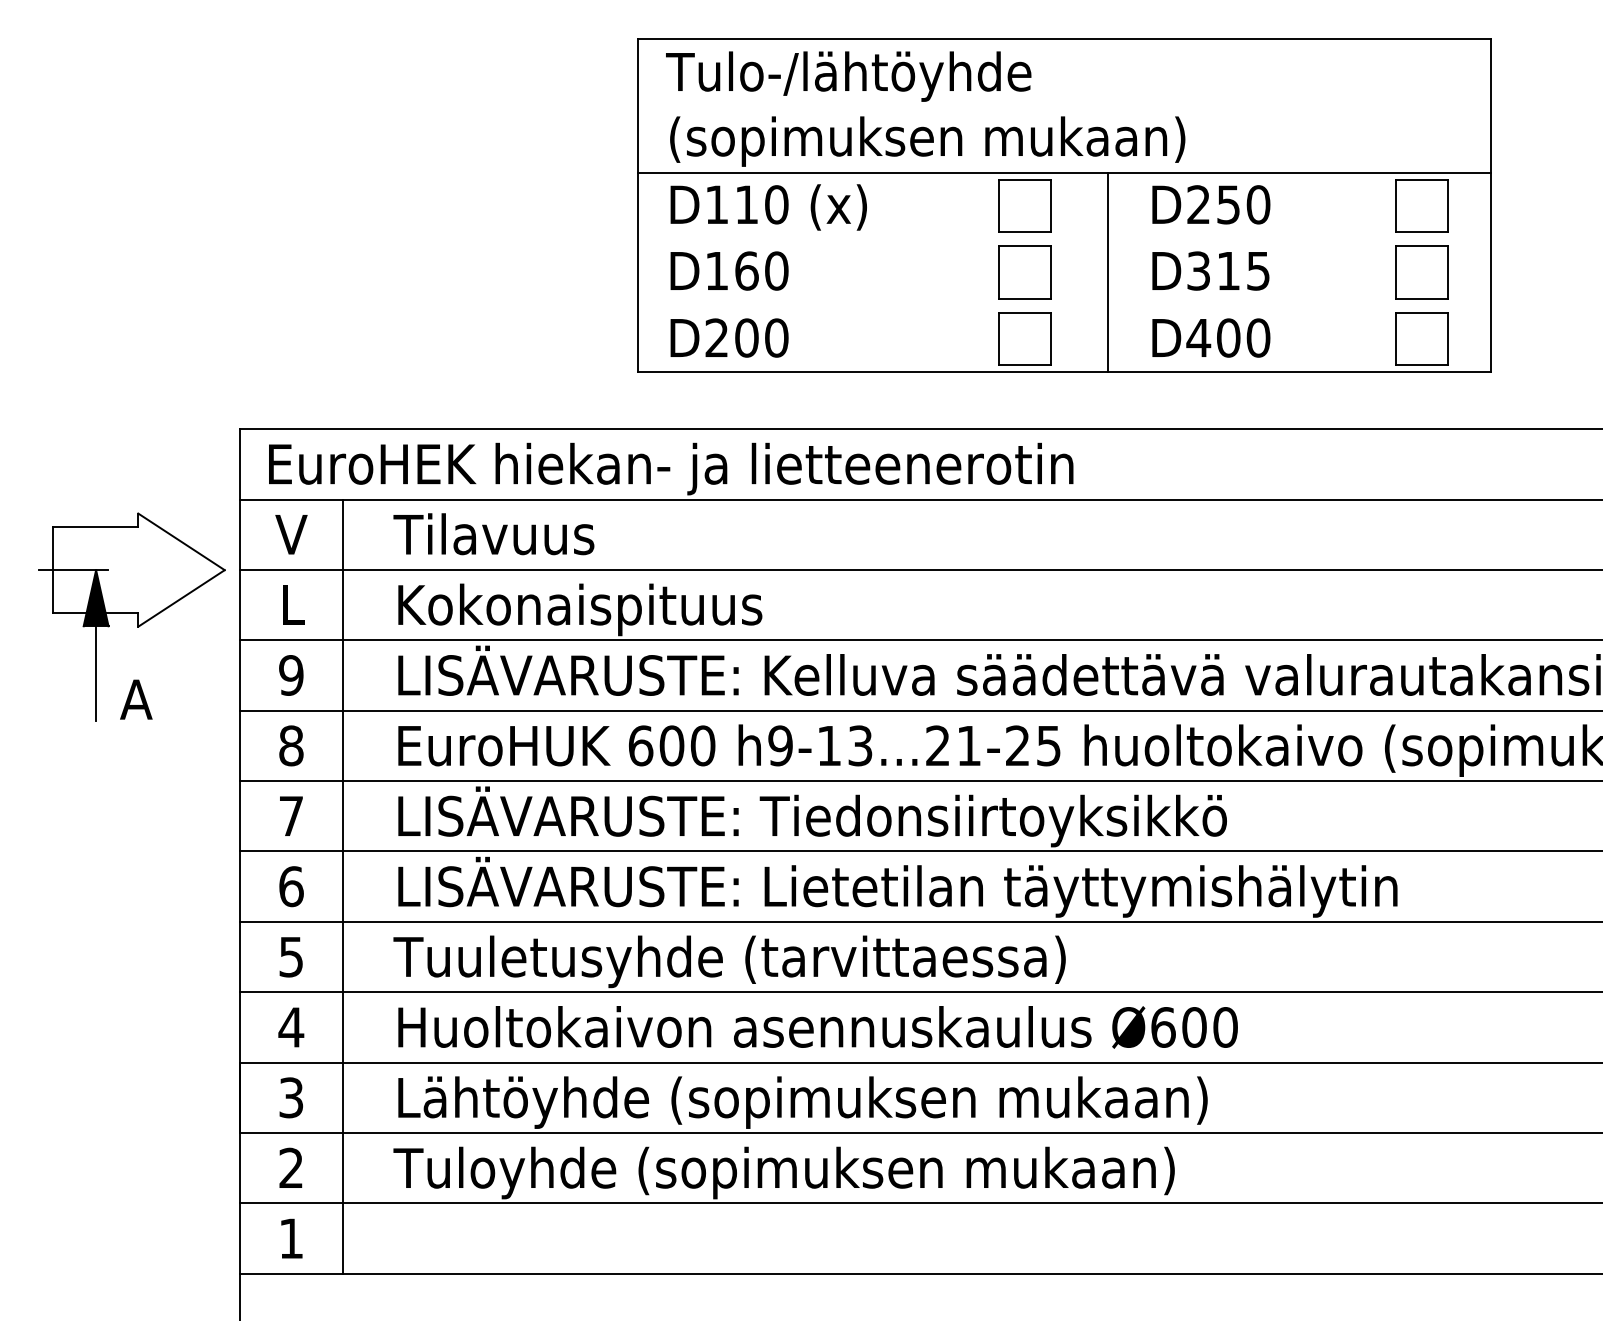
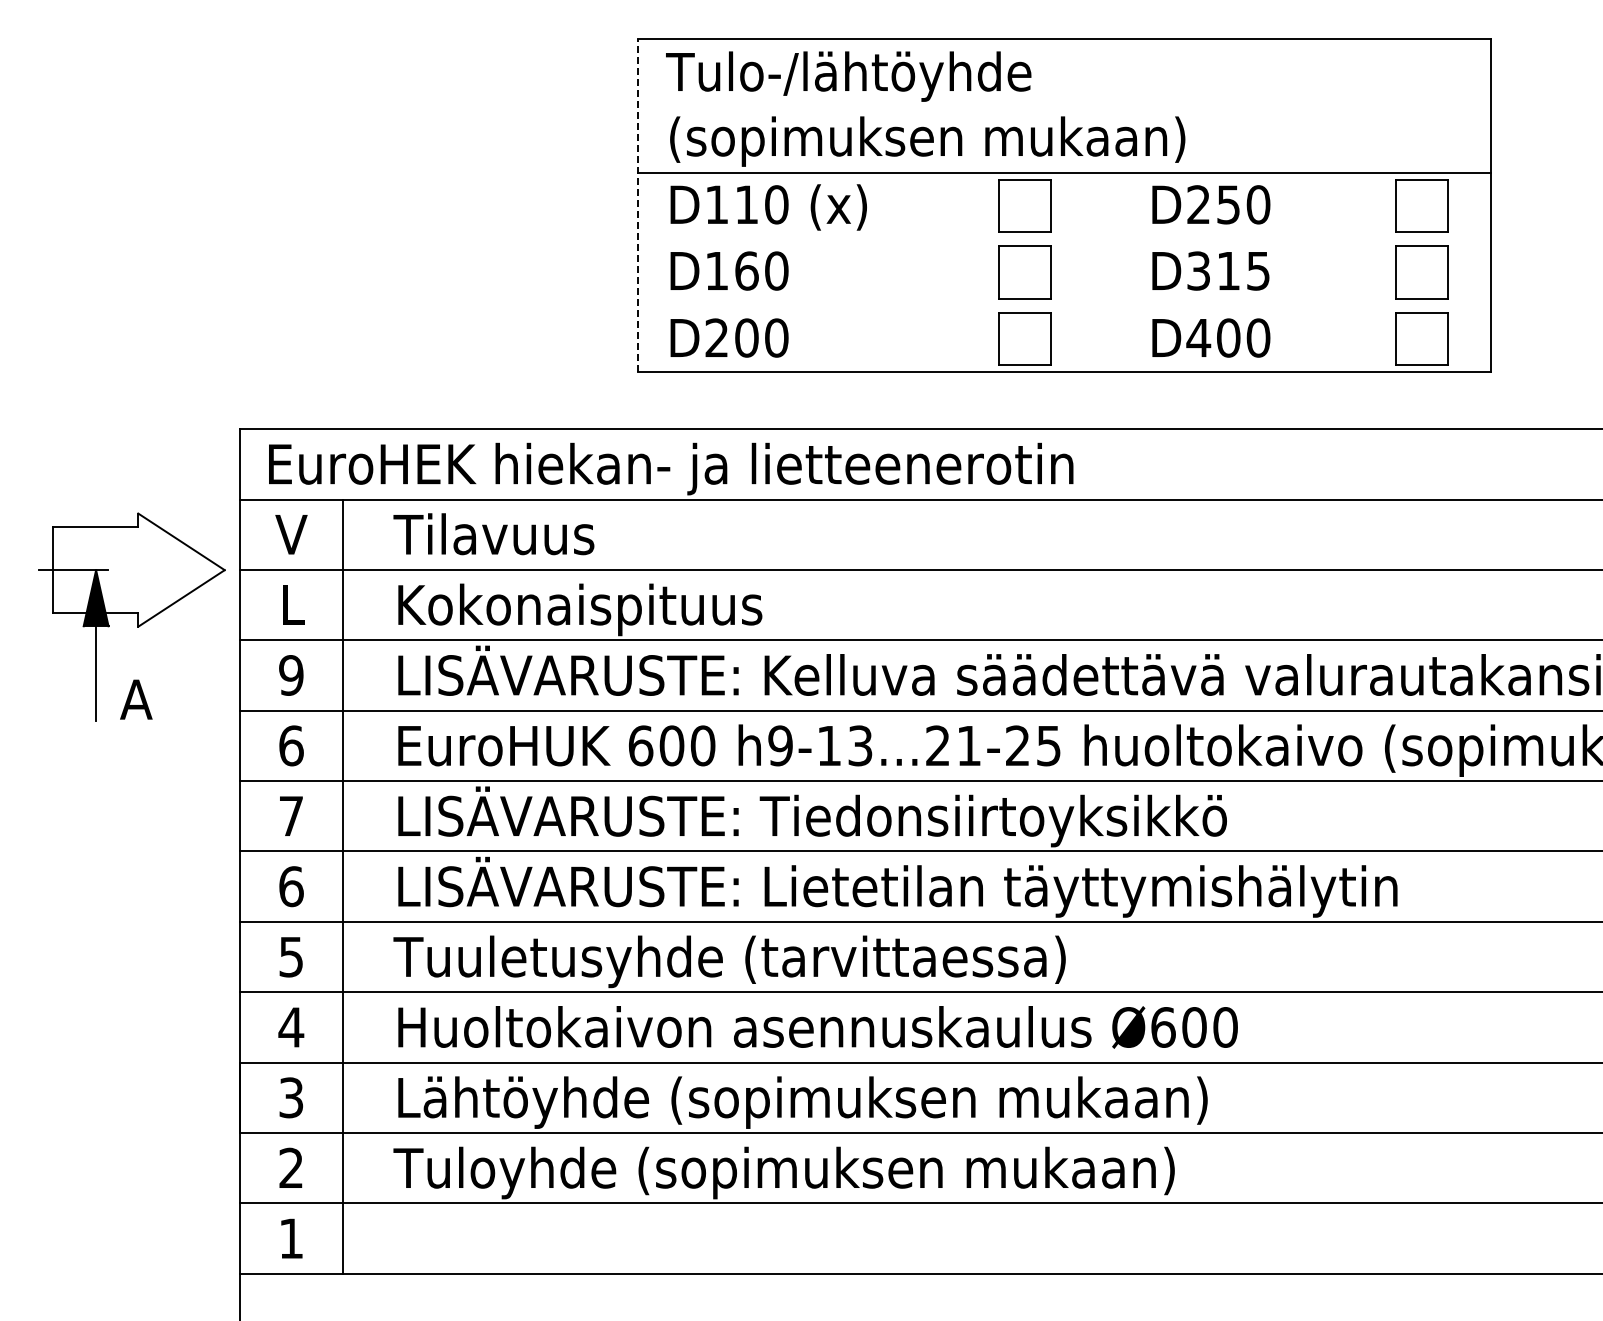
line at (638, 205): solid -> dashed
line at (1107, 272): present -> none
text at (291, 745): 8 -> 6
